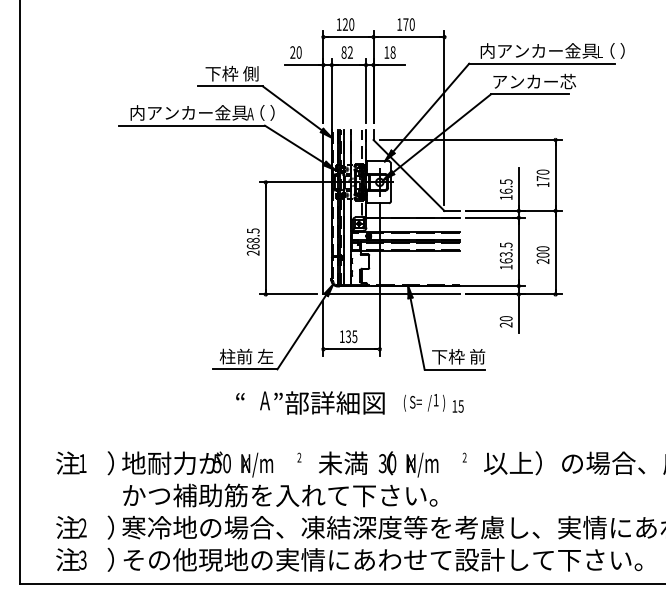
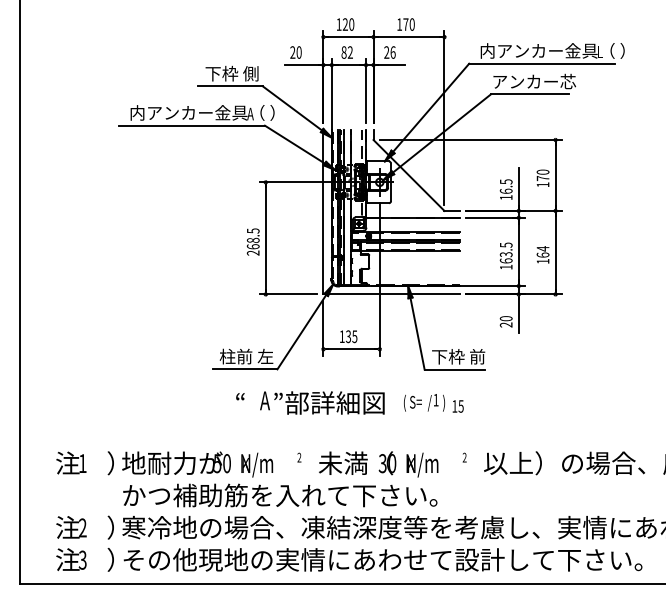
text at (389, 52): 18 -> 26
text at (542, 254): 200 -> 164
